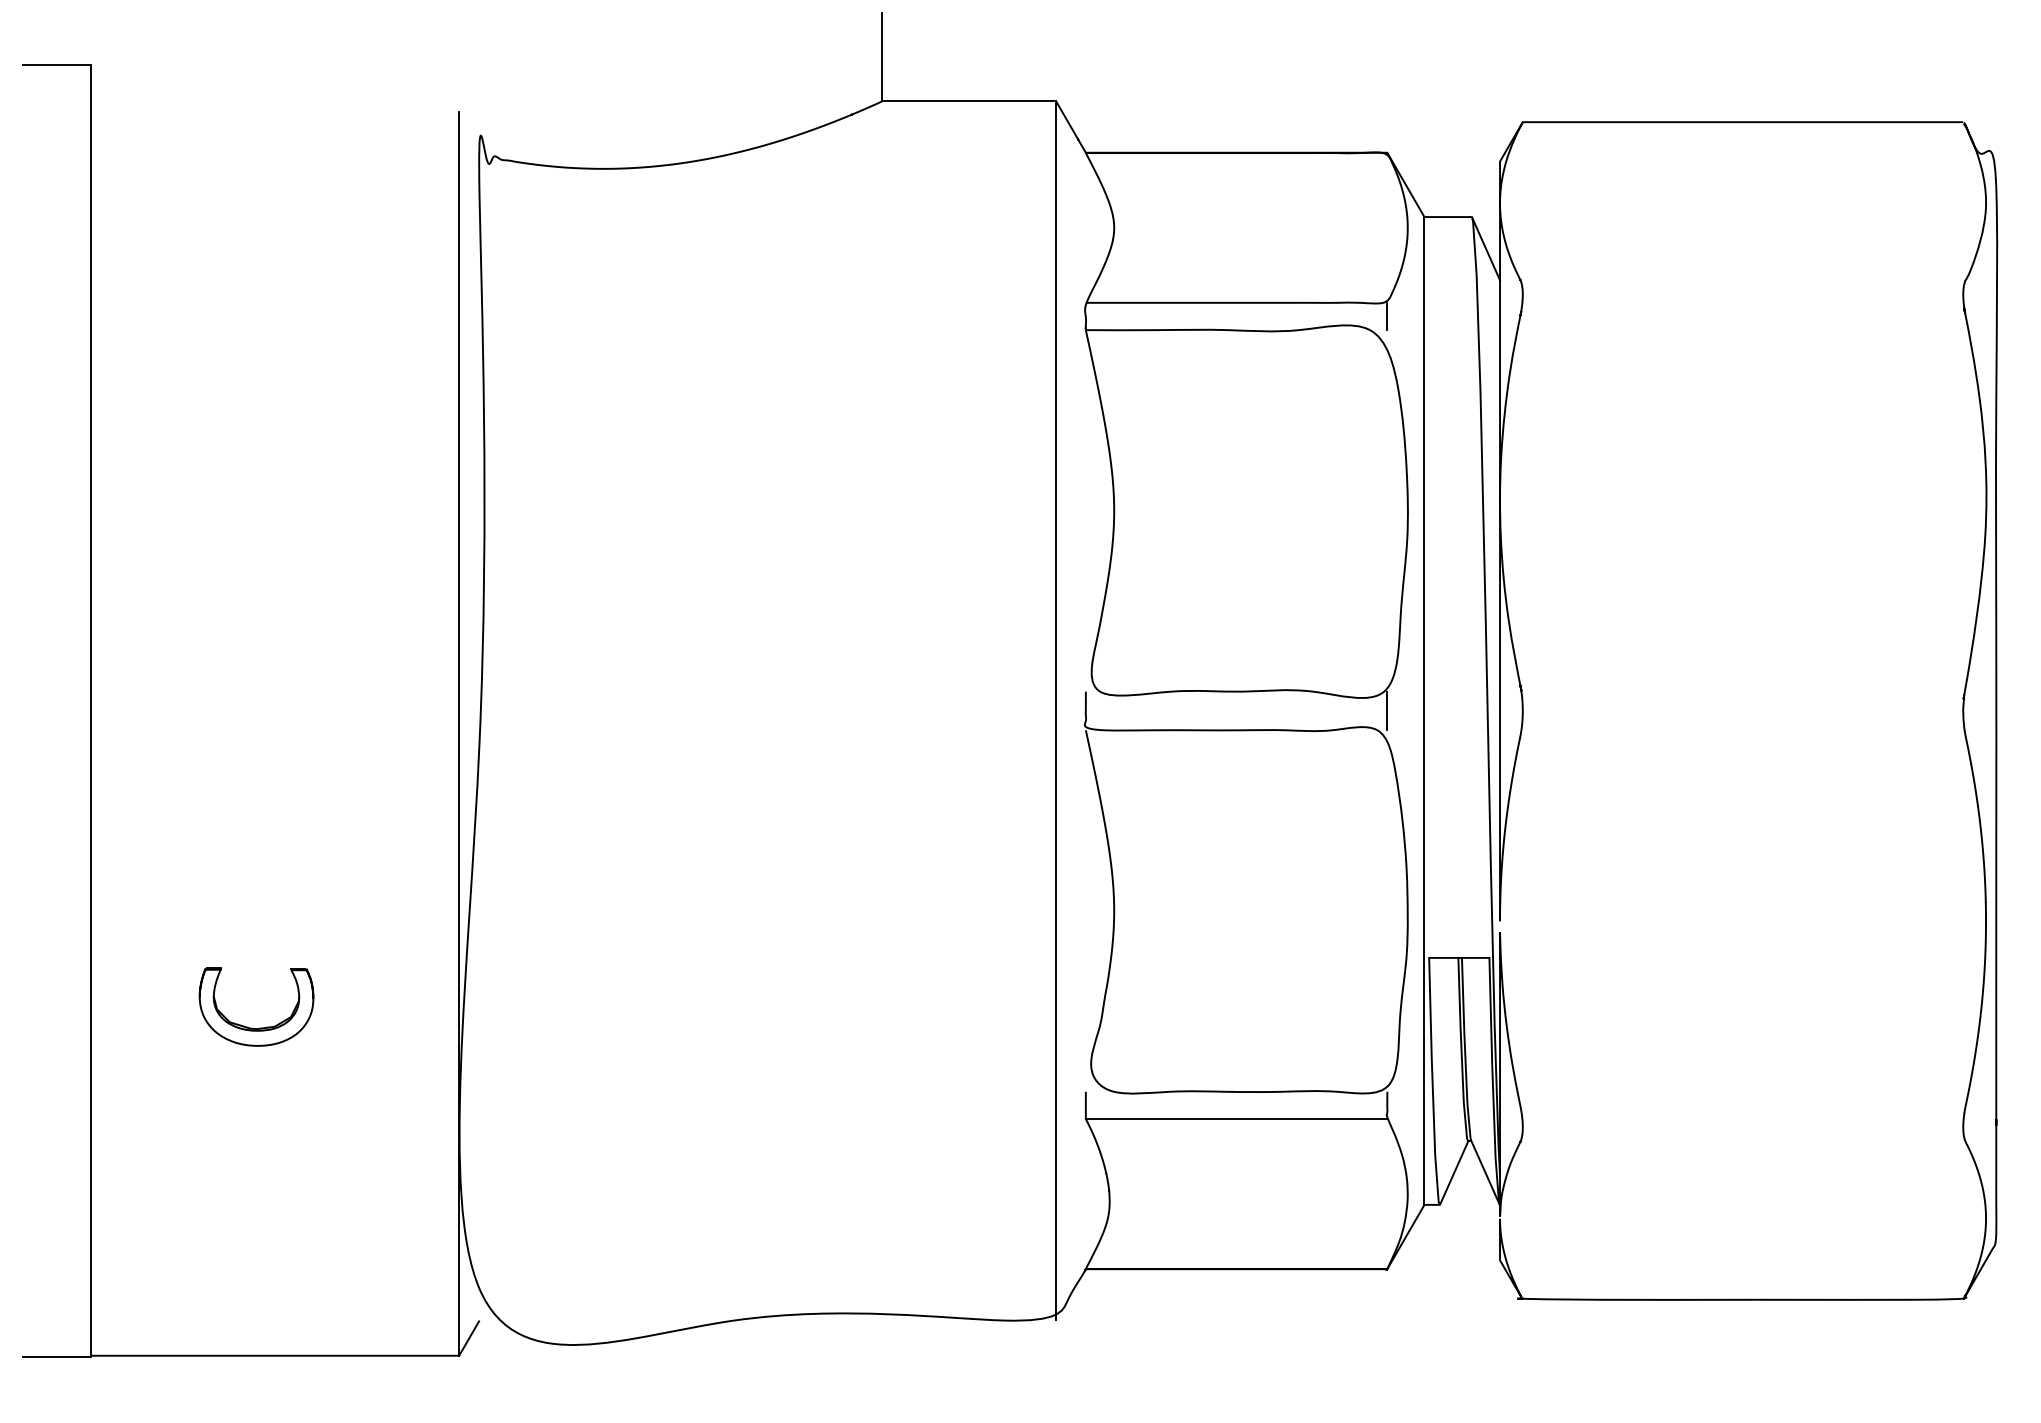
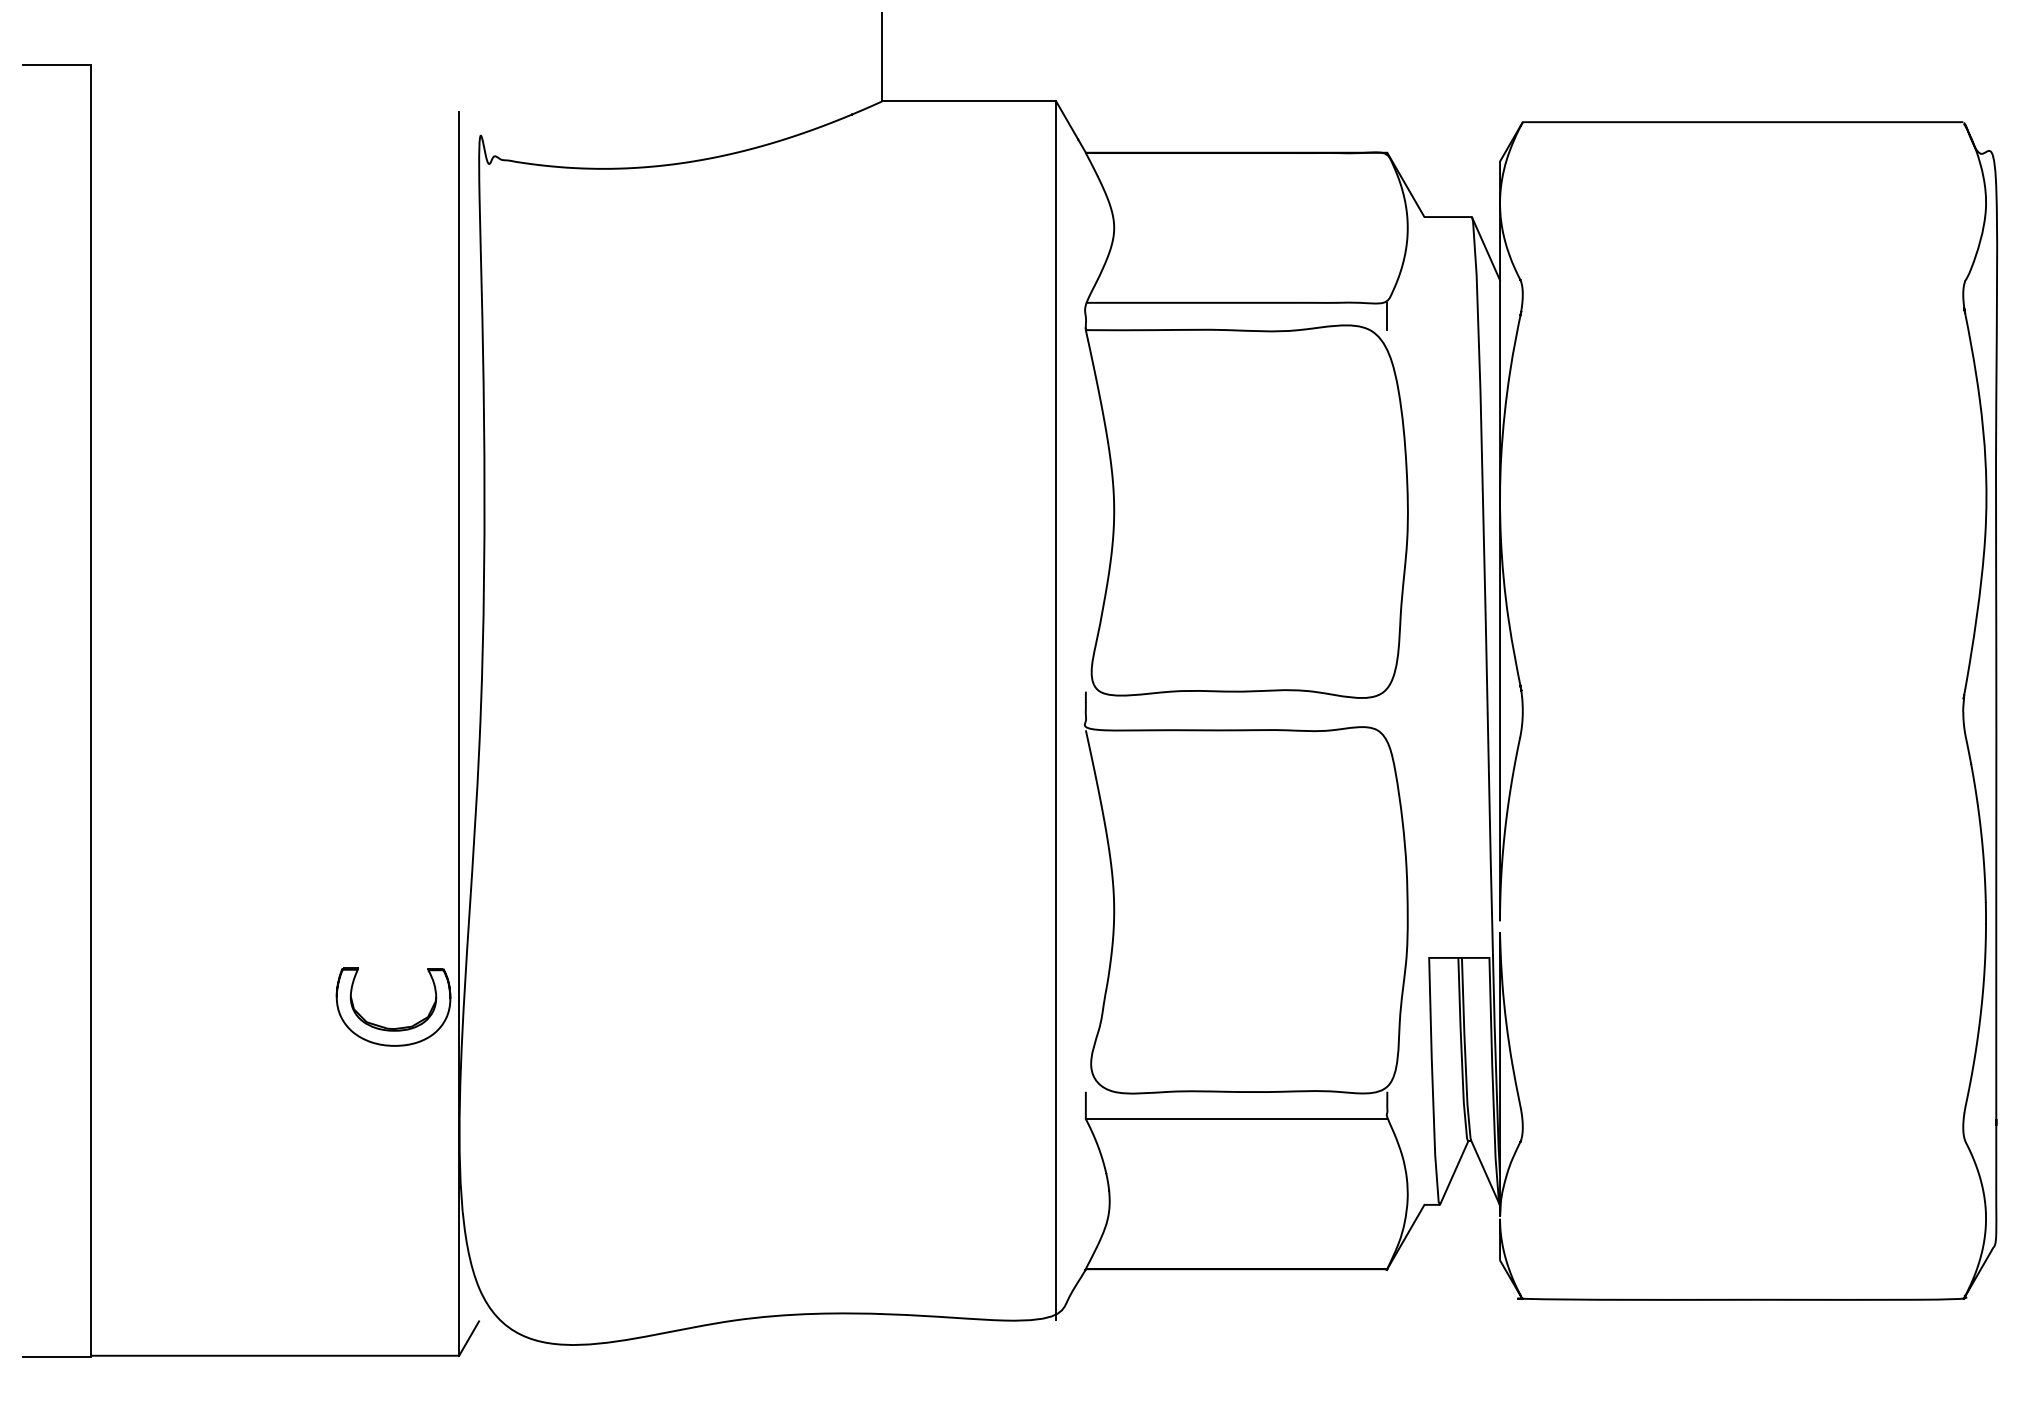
line at (1387, 710): present -> none
line at (1424, 710): present -> none
part at (259, 1027) position: (259, 1027) -> (396, 1027)
